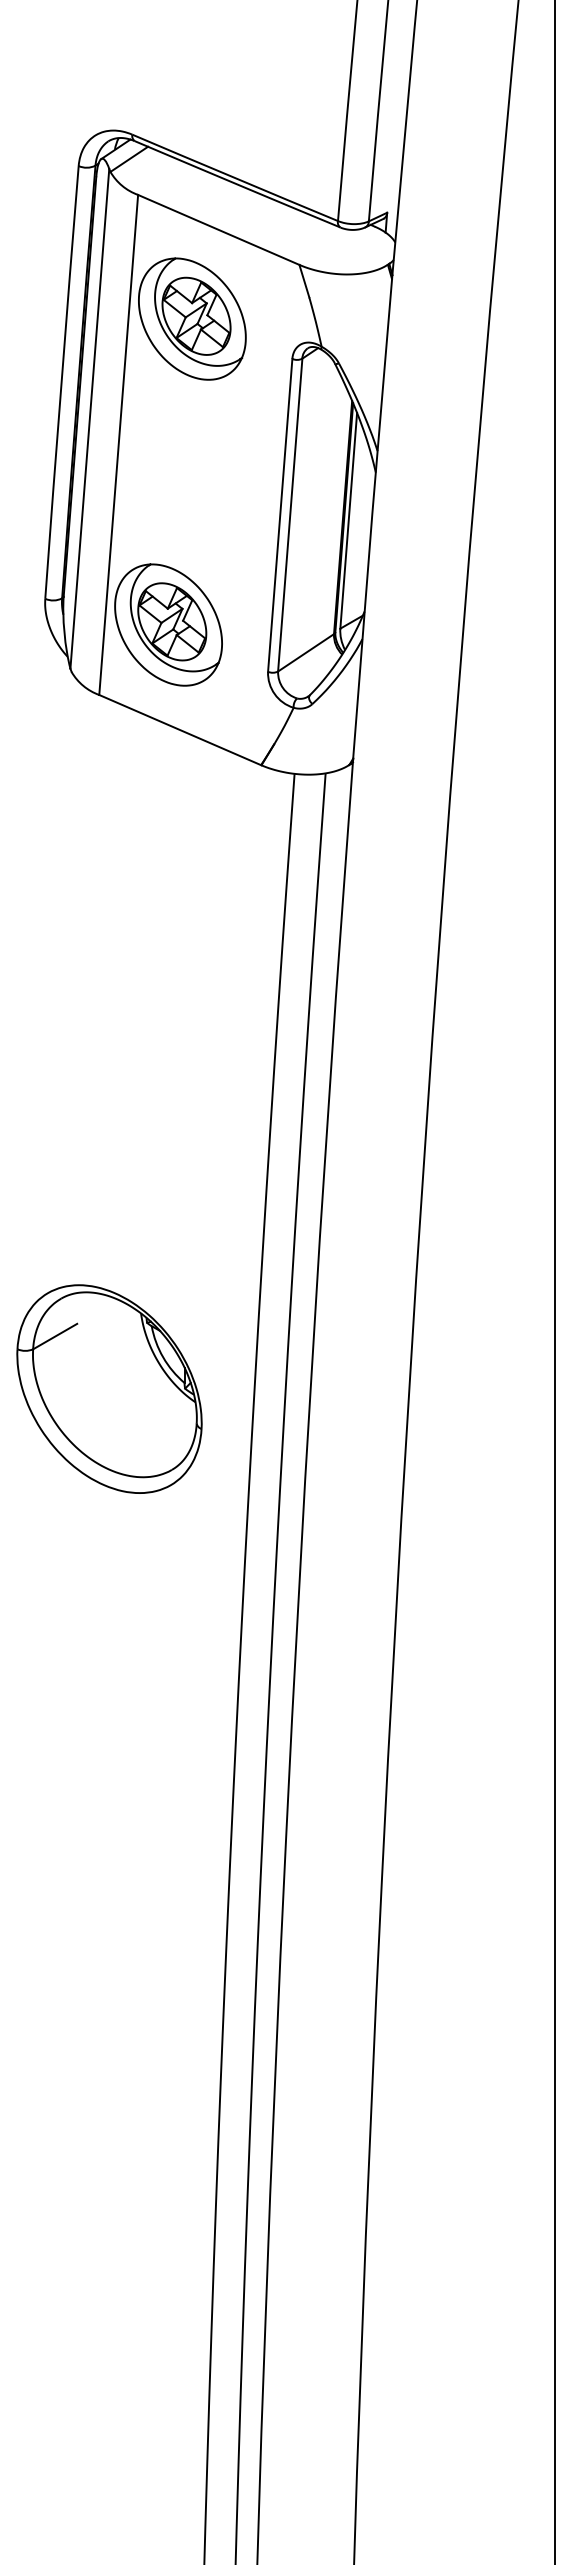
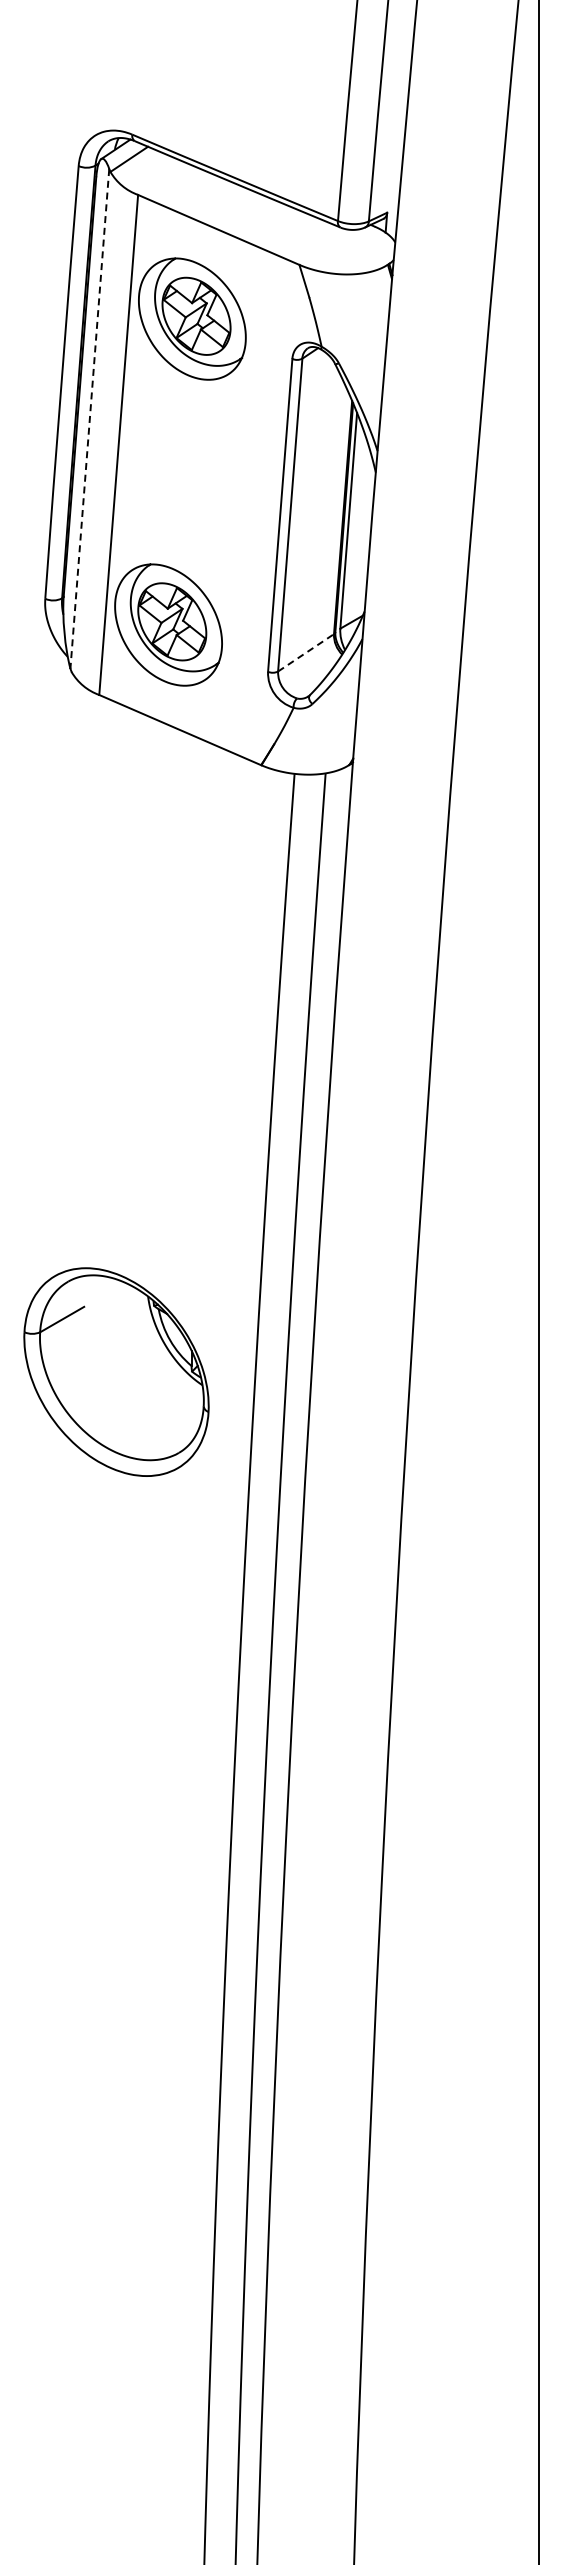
line at (89, 418): solid -> dashed
line at (306, 652): solid -> dashed
line at (554, 1281) position: (554, 1281) -> (538, 1281)
part at (109, 1388) position: (109, 1388) -> (116, 1371)
